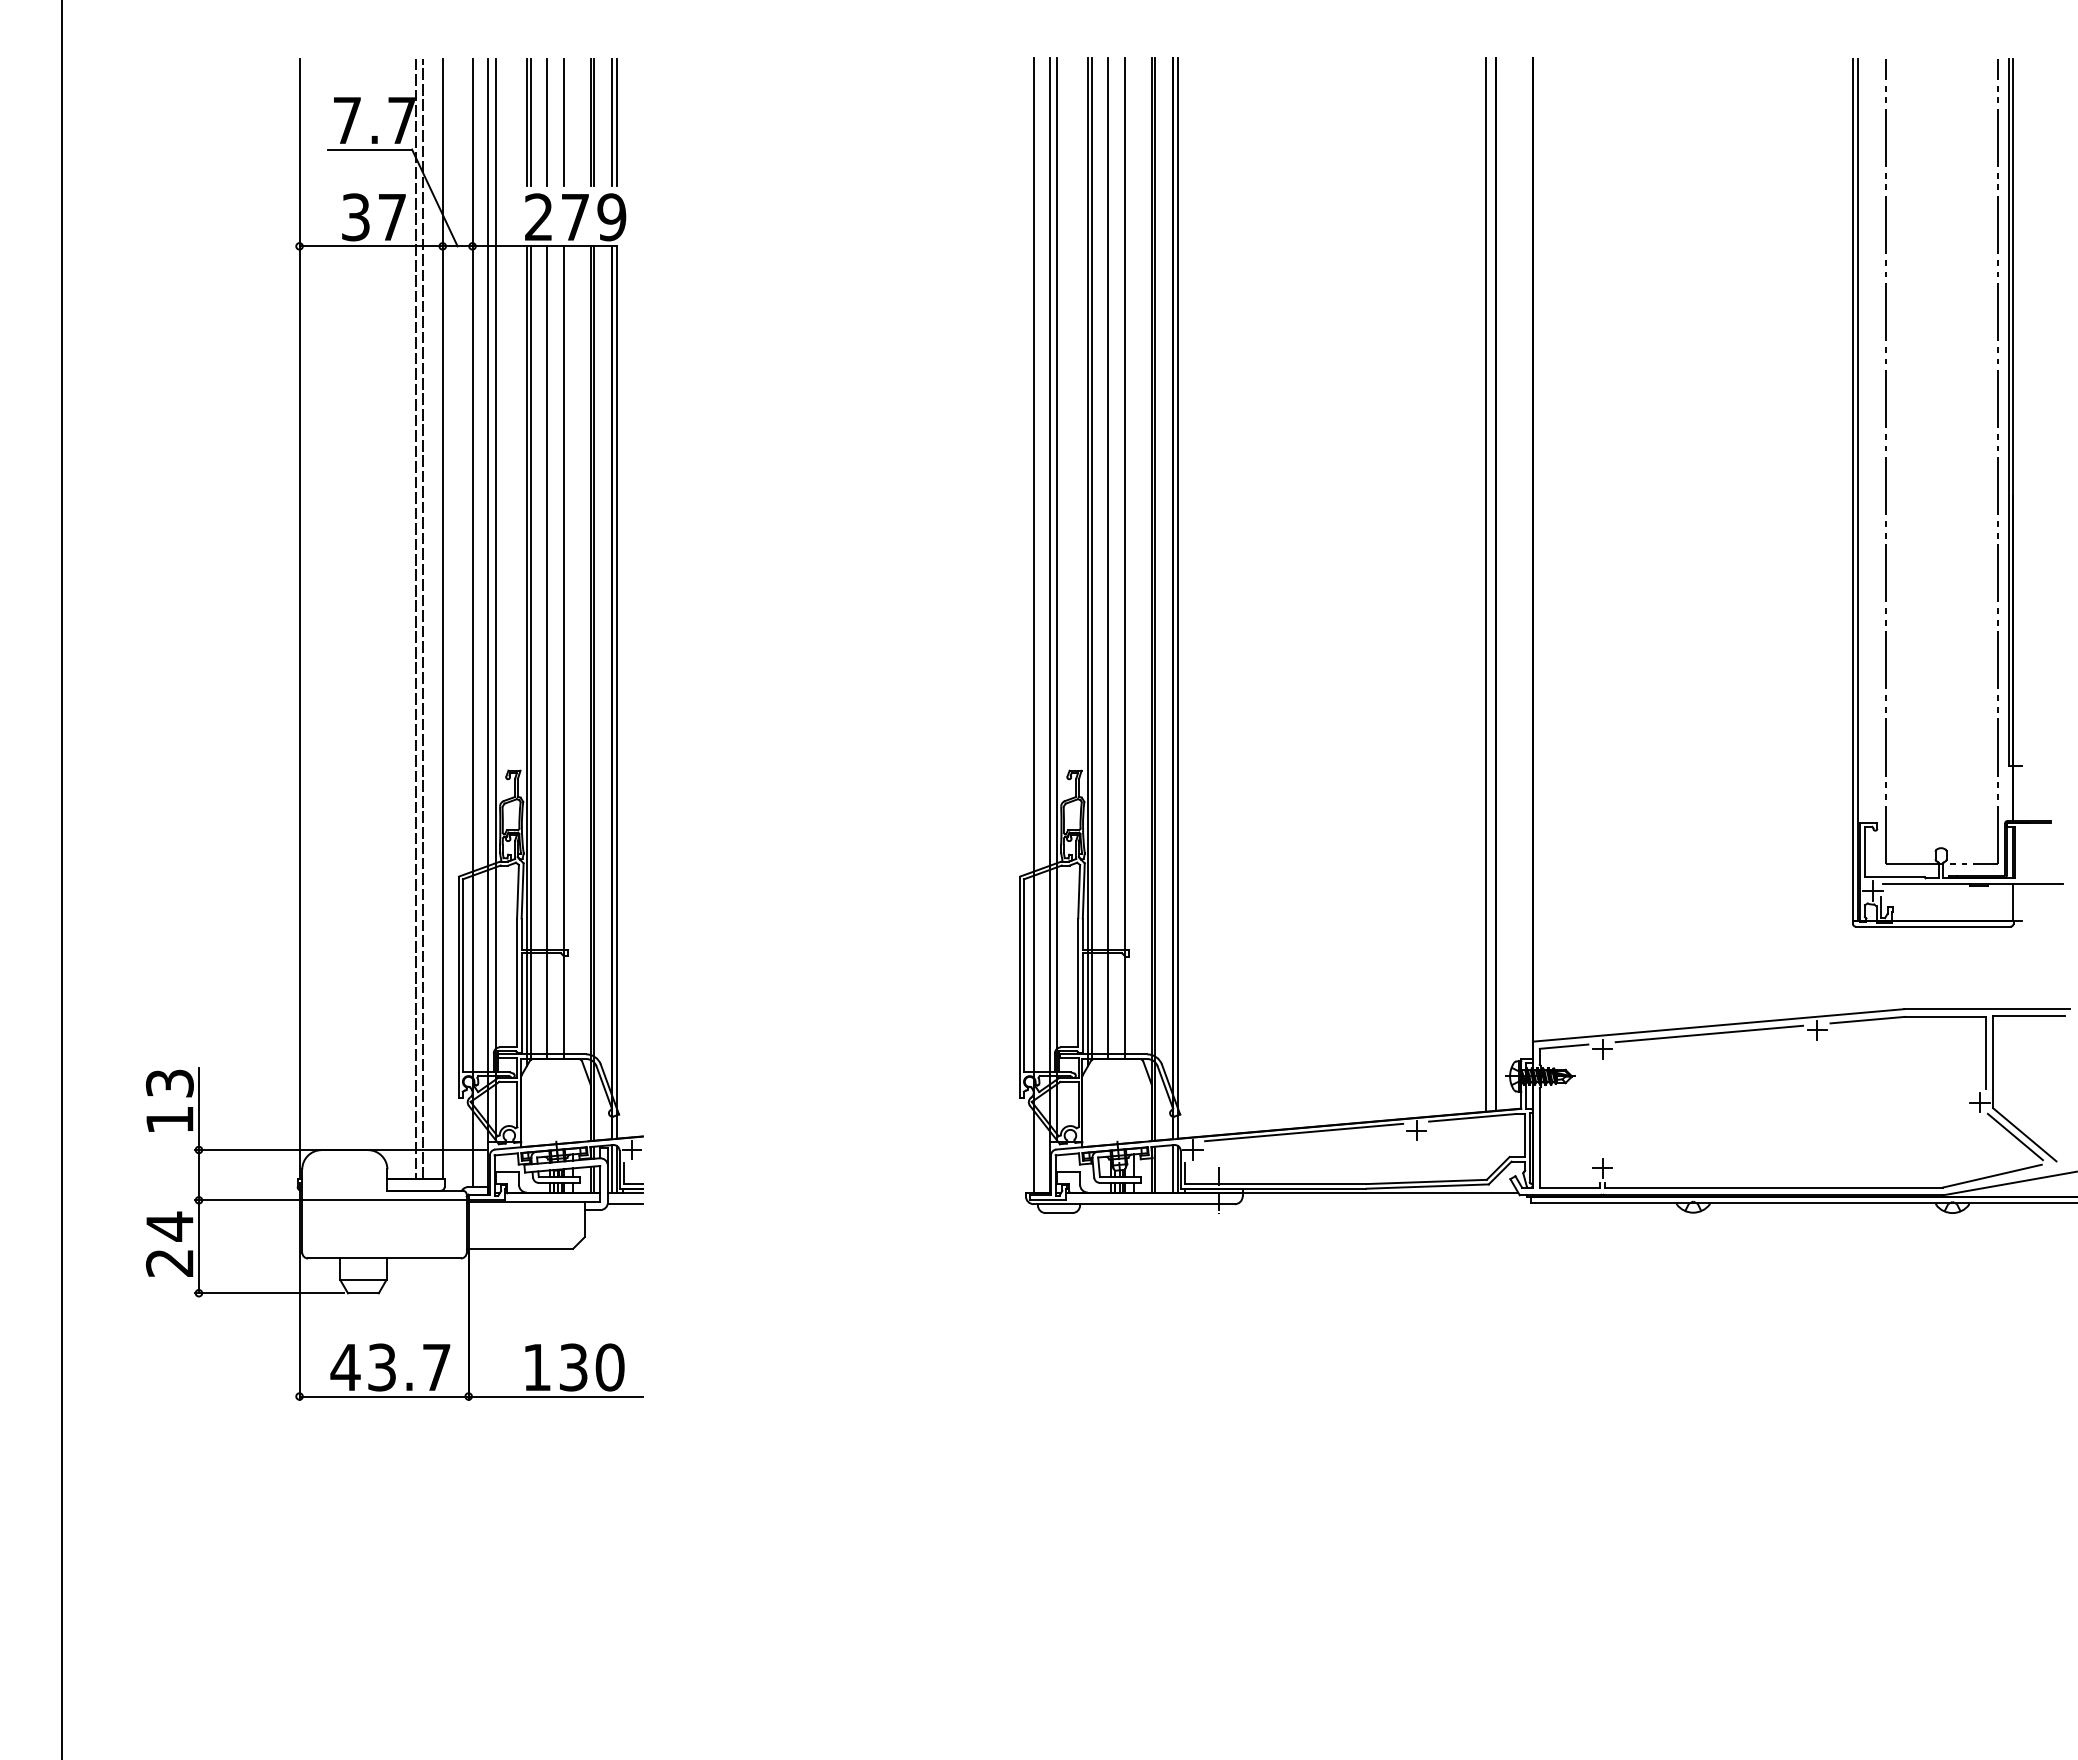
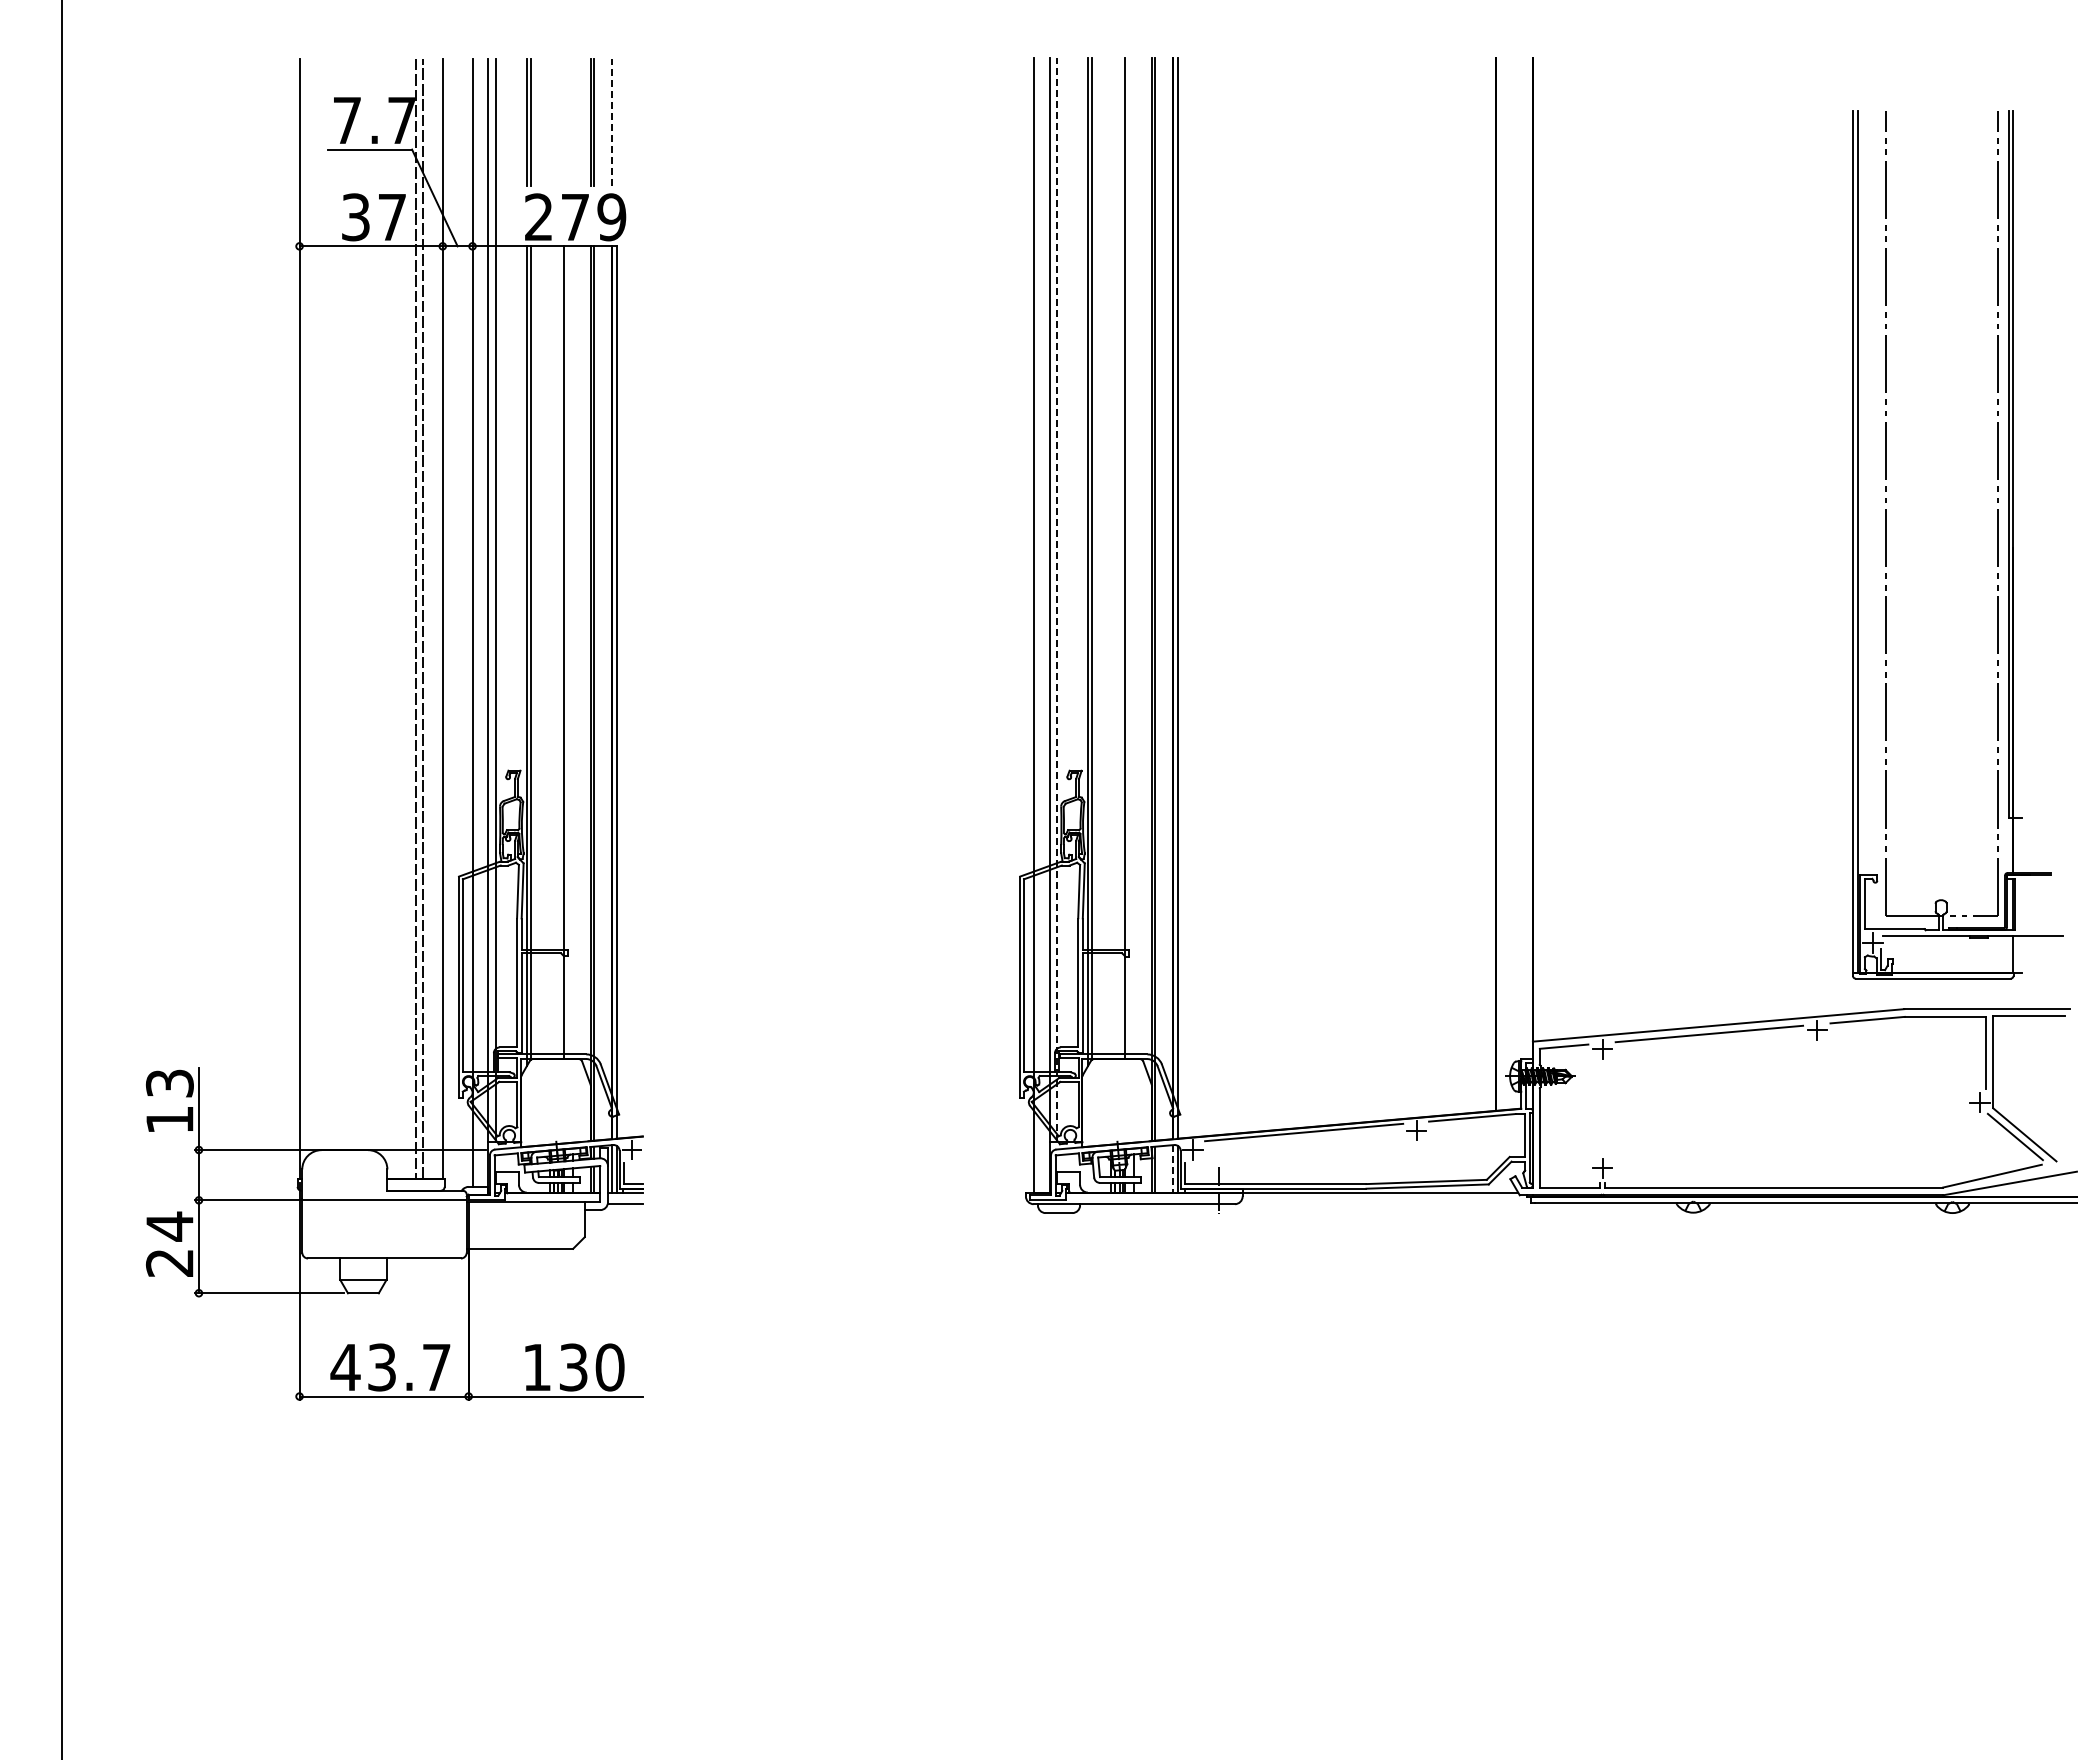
line at (546, 122): present -> none
line at (564, 122): present -> none
line at (611, 122): solid -> dashed
line at (616, 122): present -> none
part at (1997, 492) position: (1997, 492) -> (1997, 544)
line at (1107, 558): present -> none
line at (1486, 584): present -> none
line at (1057, 600): solid -> dashed
line at (546, 652): present -> none
line at (1172, 1168): solid -> dashed
